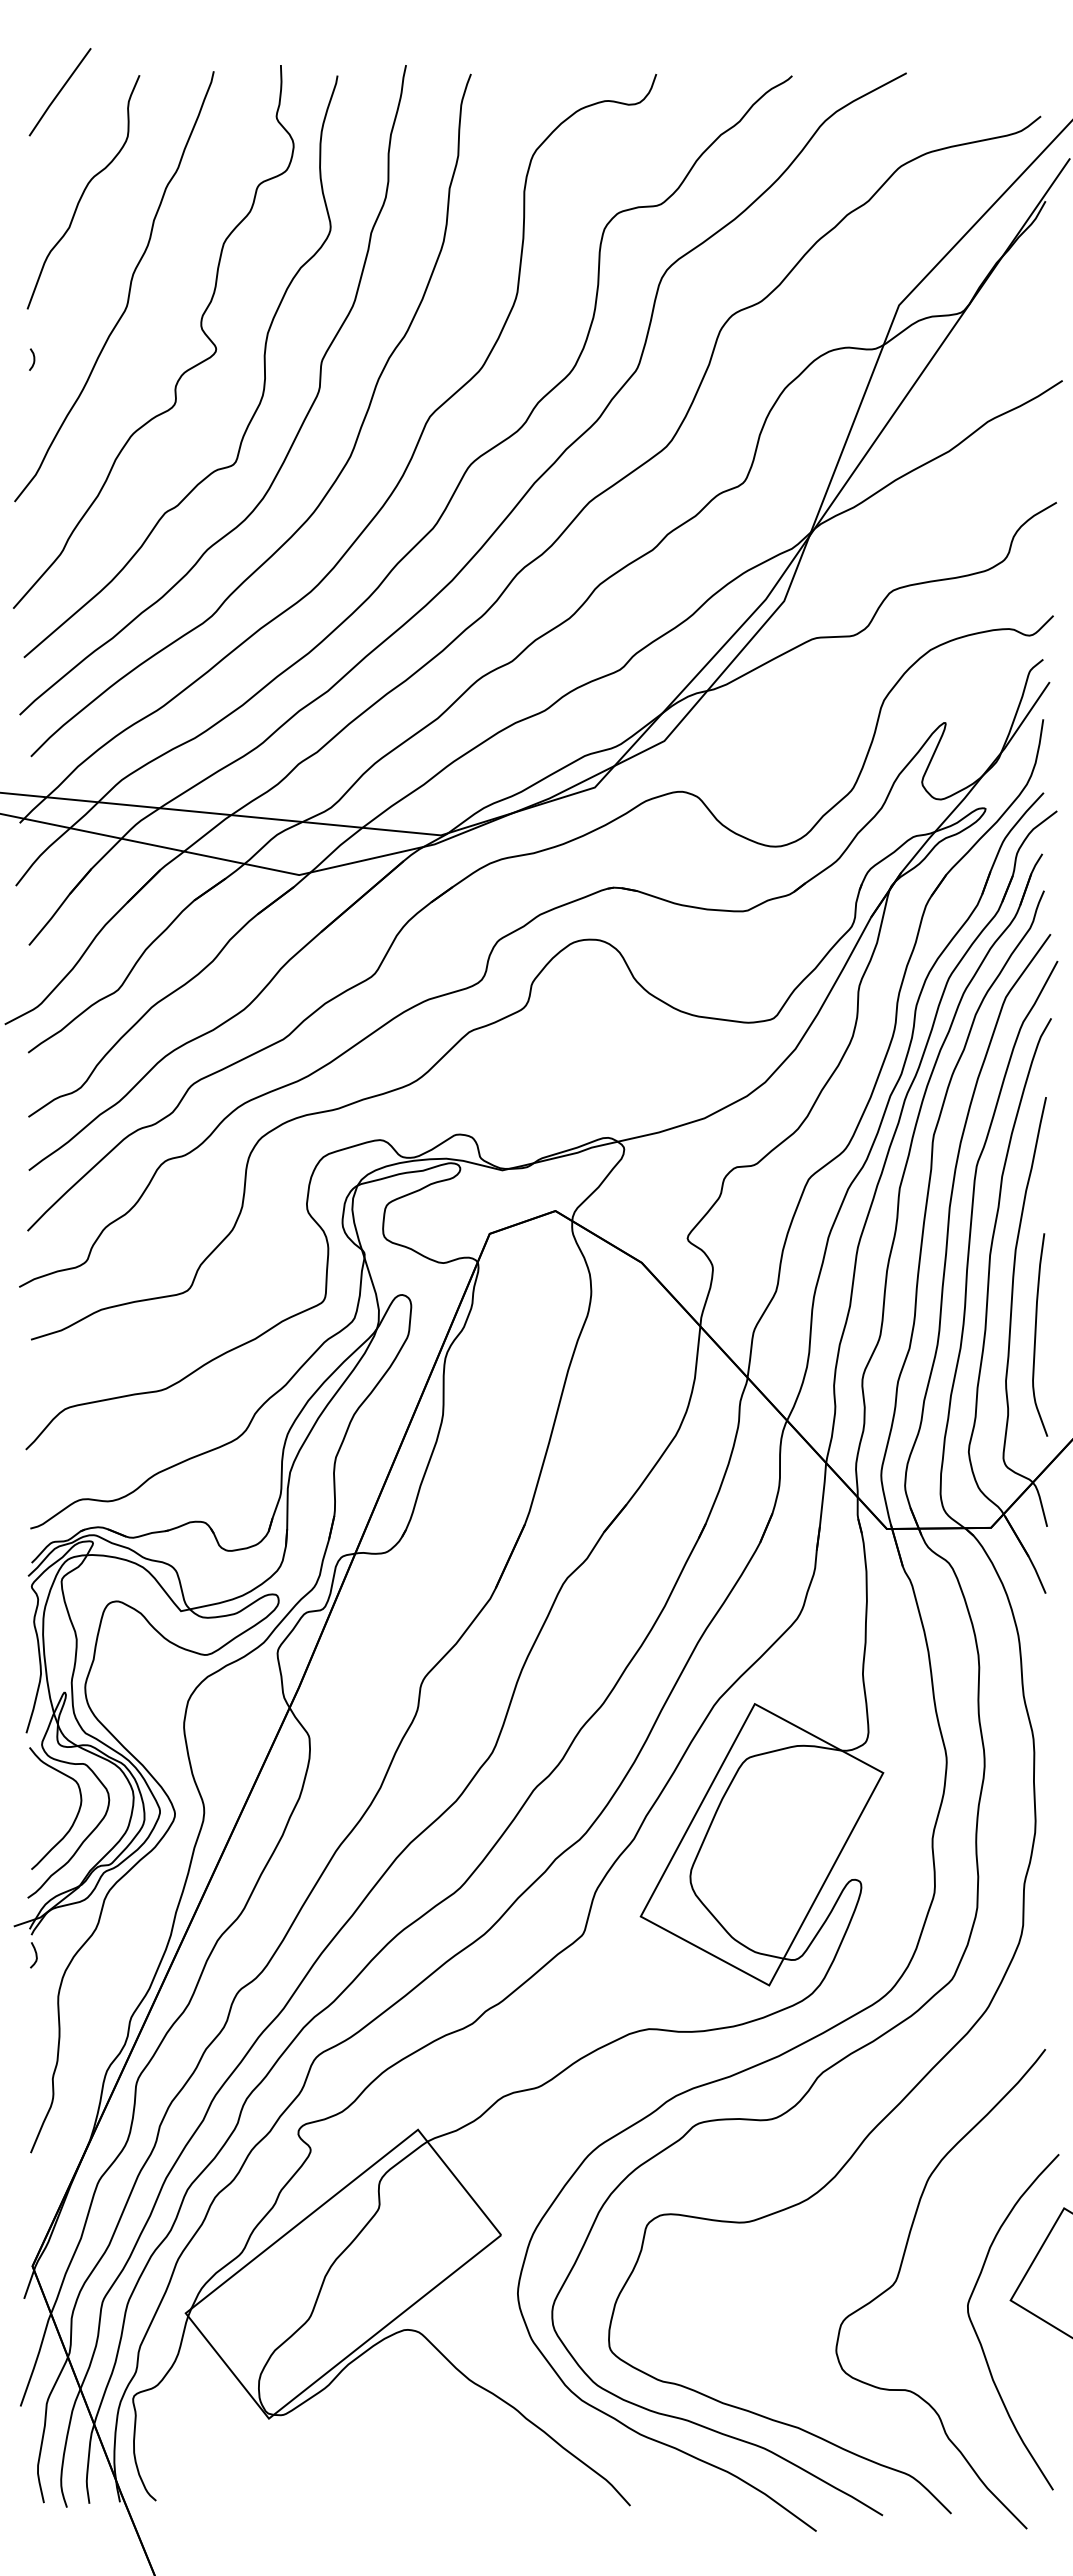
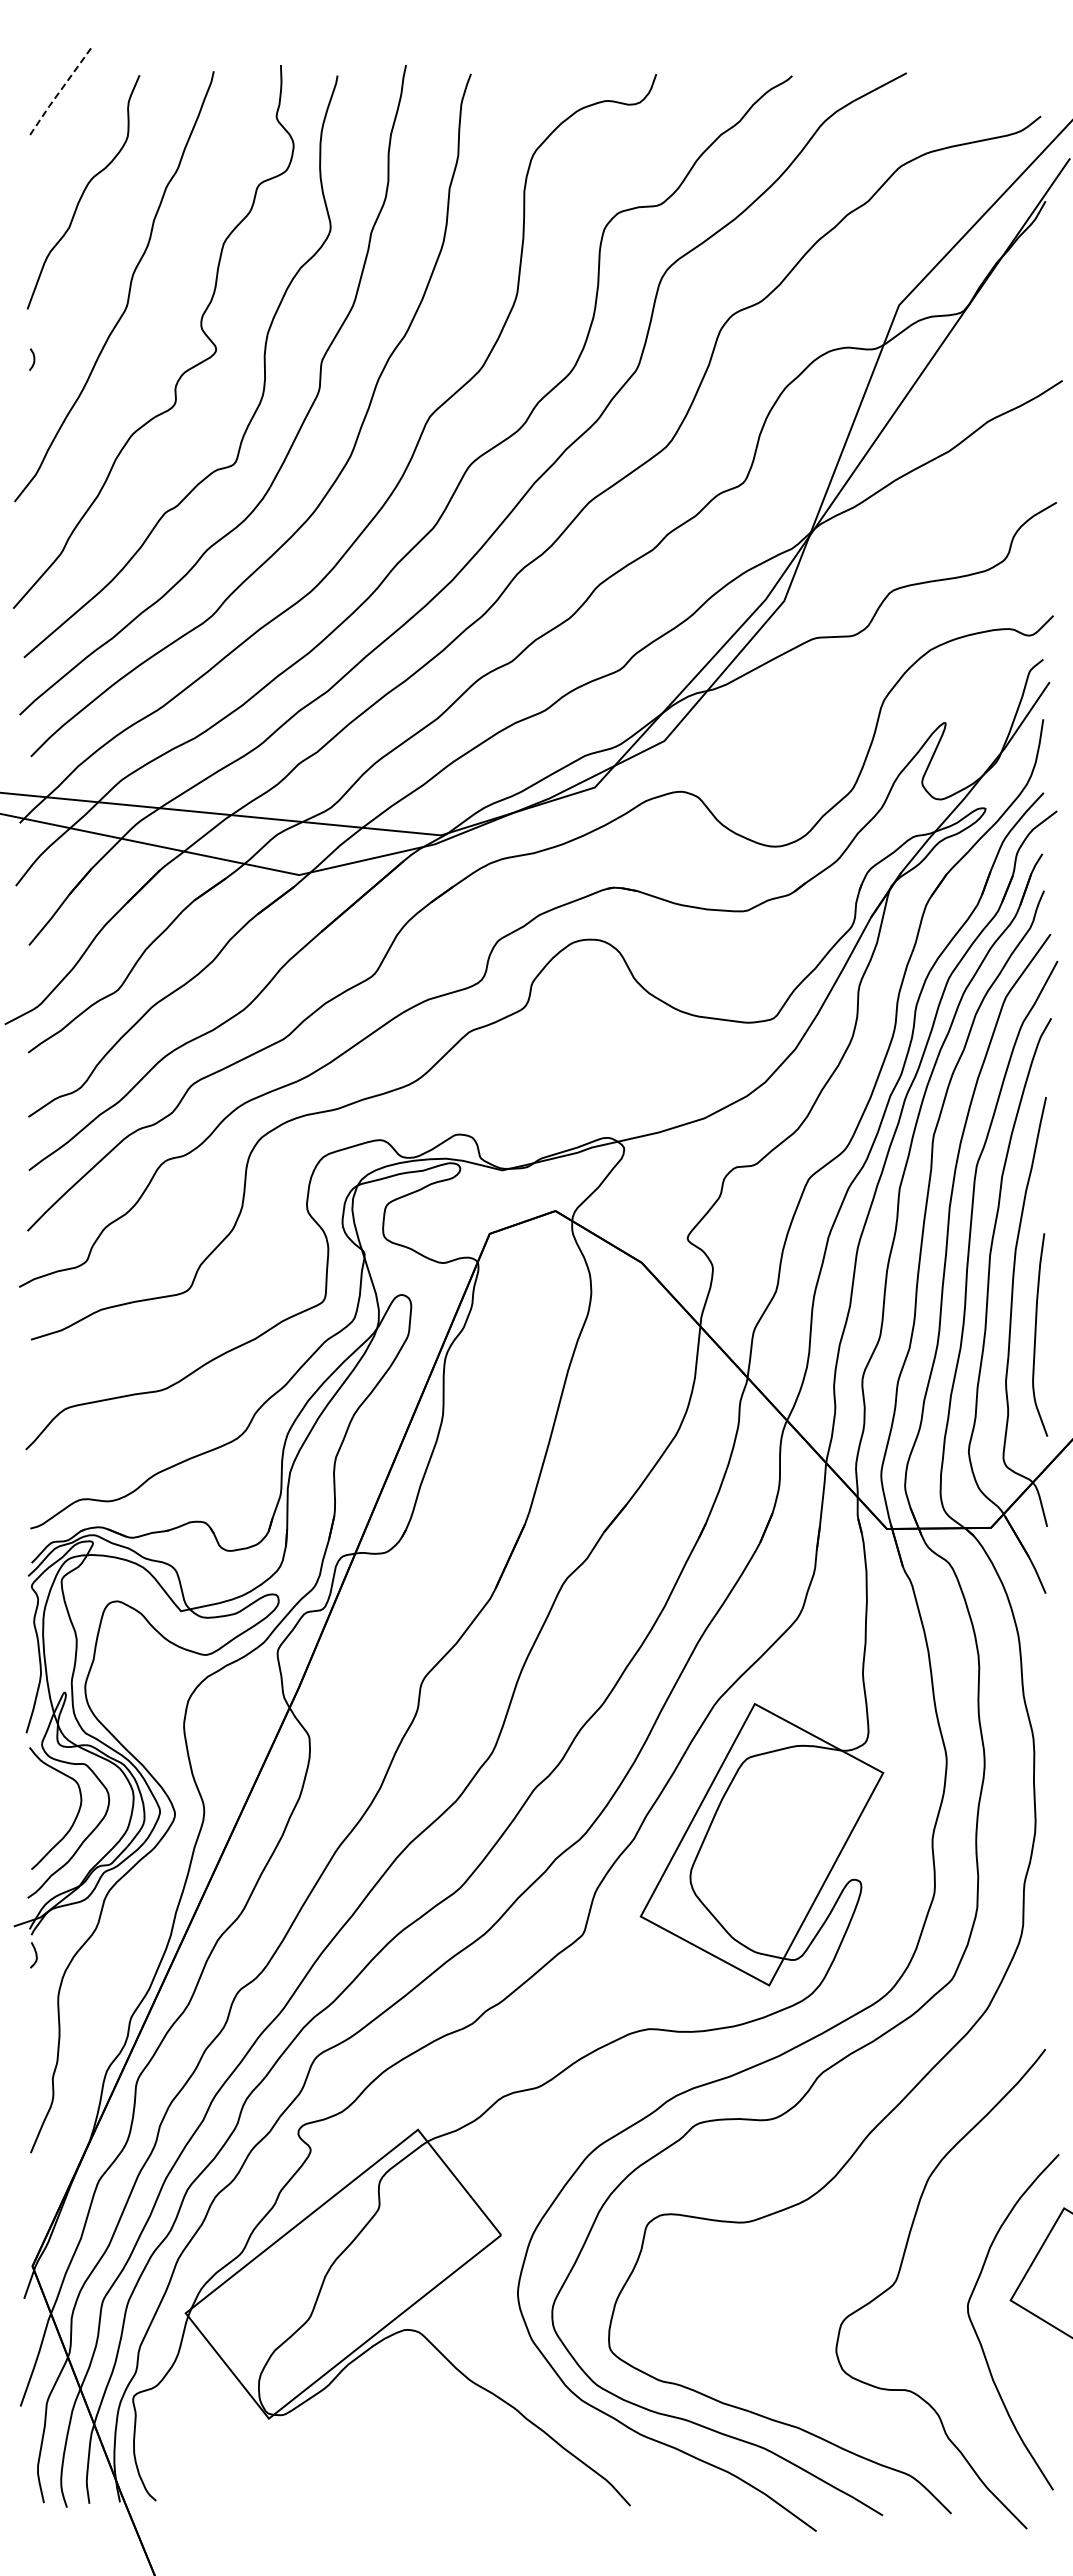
line at (59, 92): solid -> dashed
